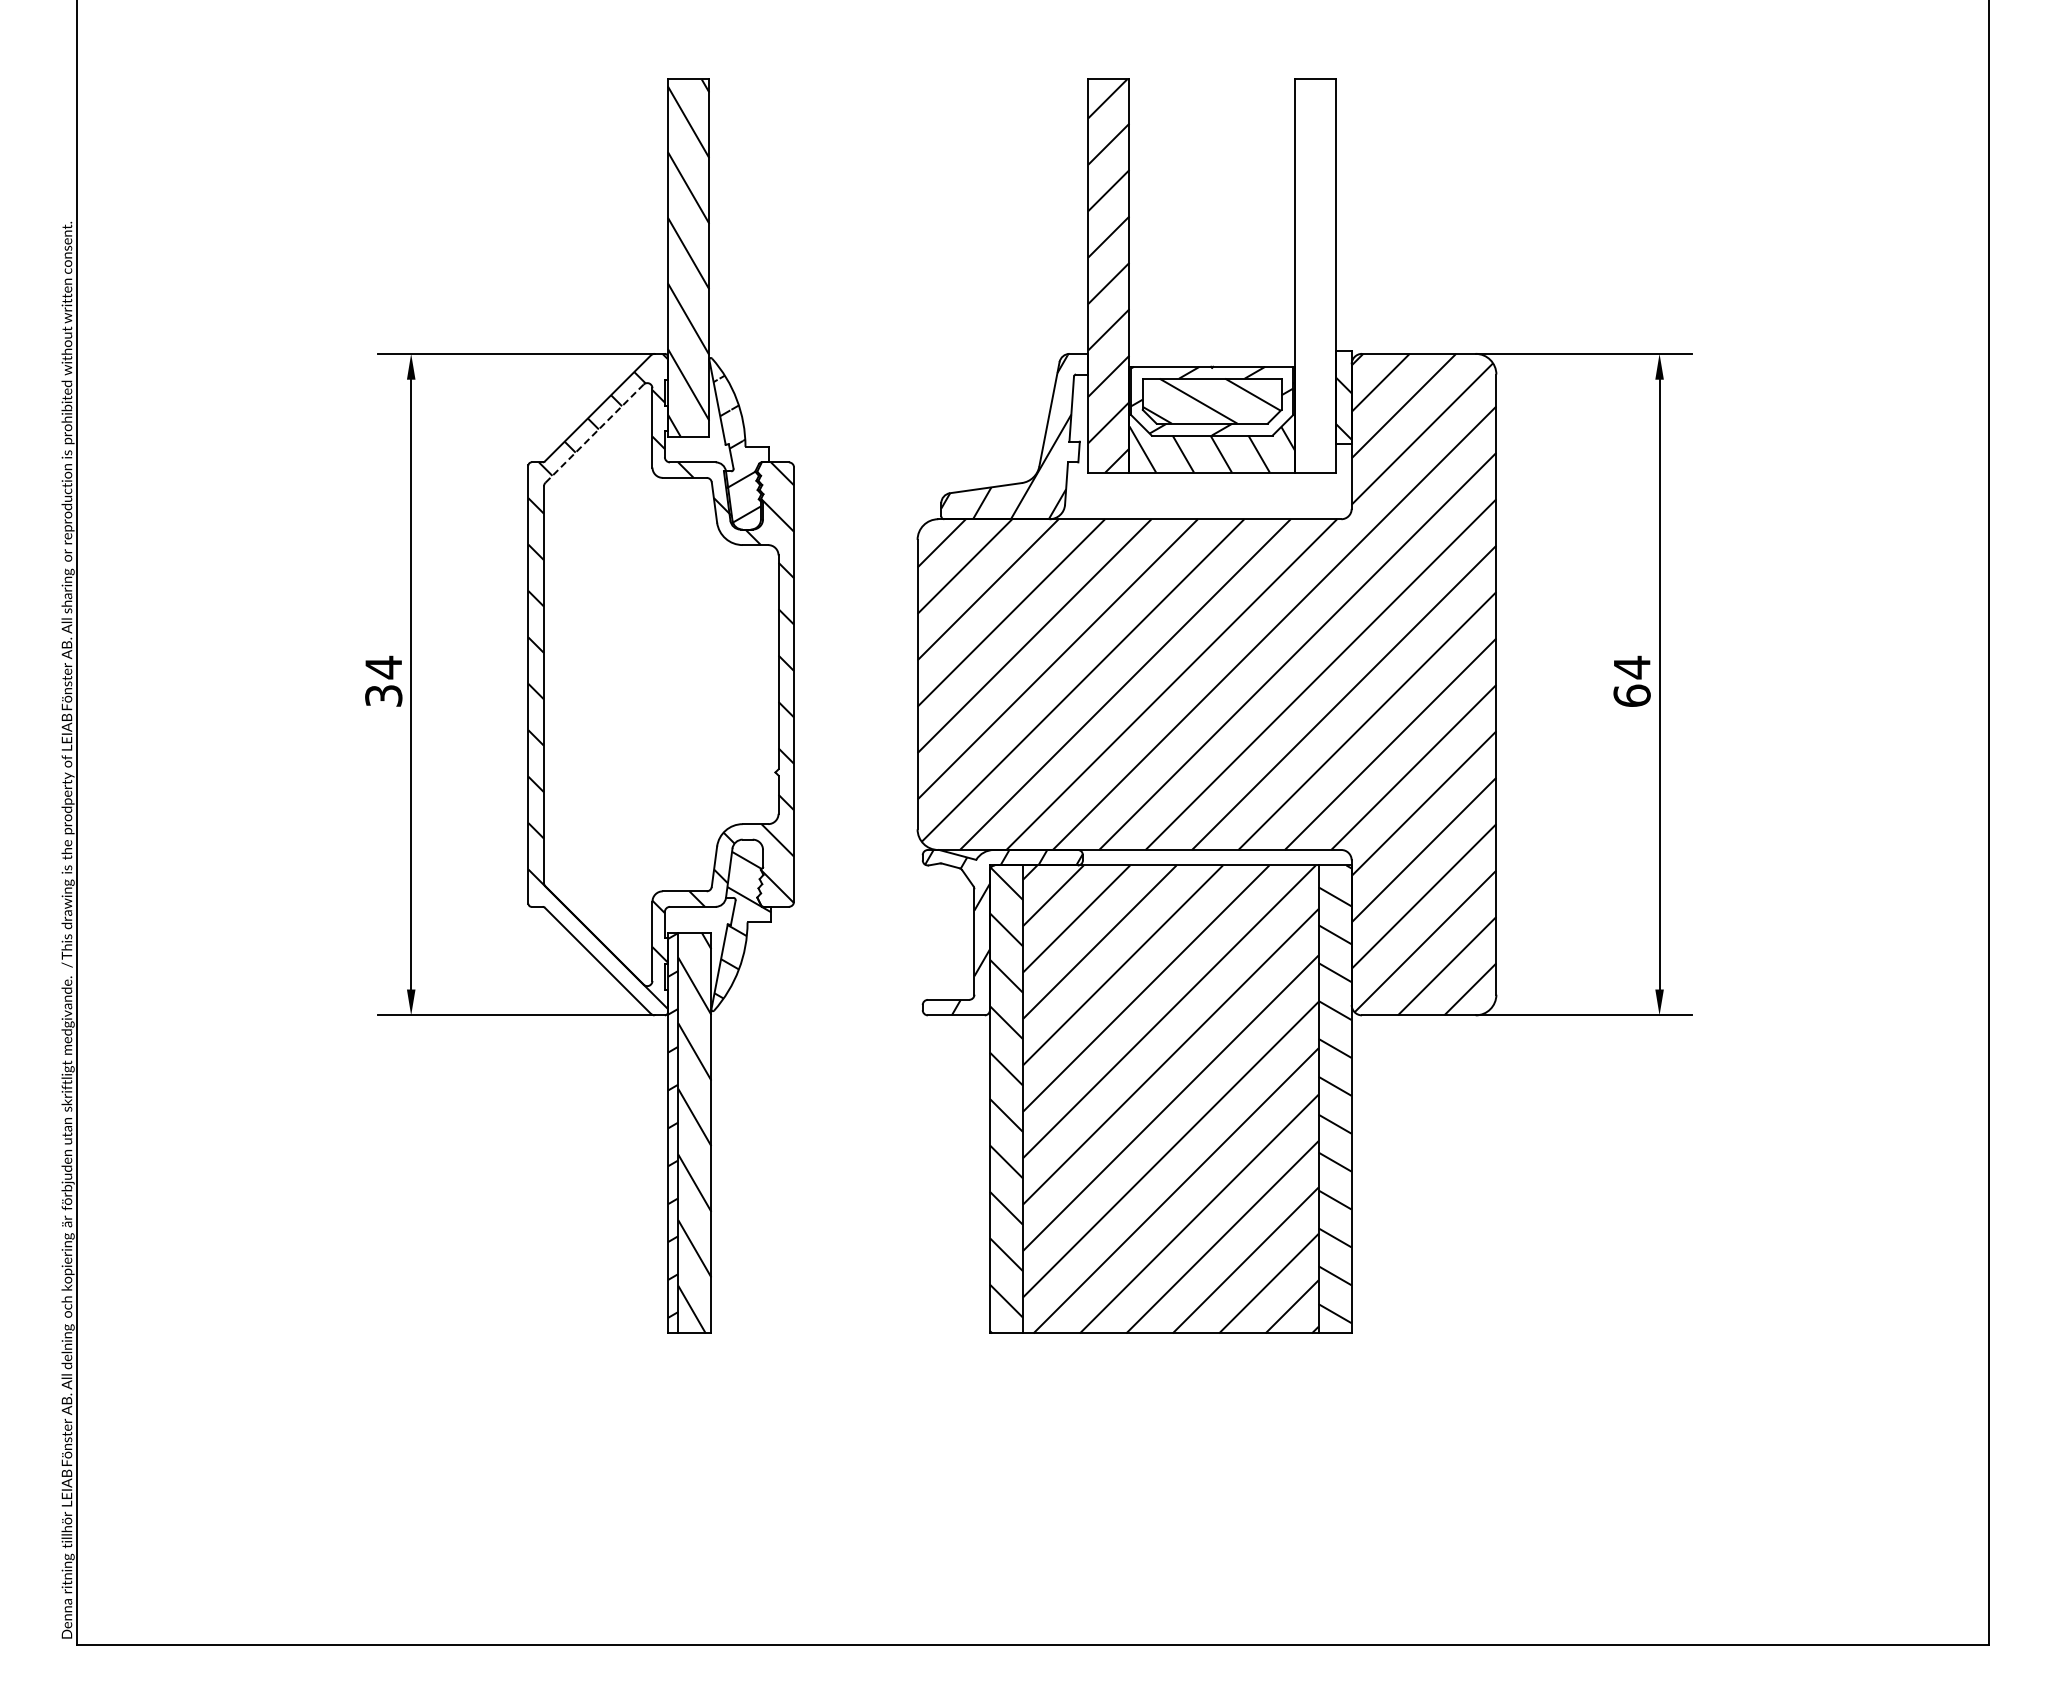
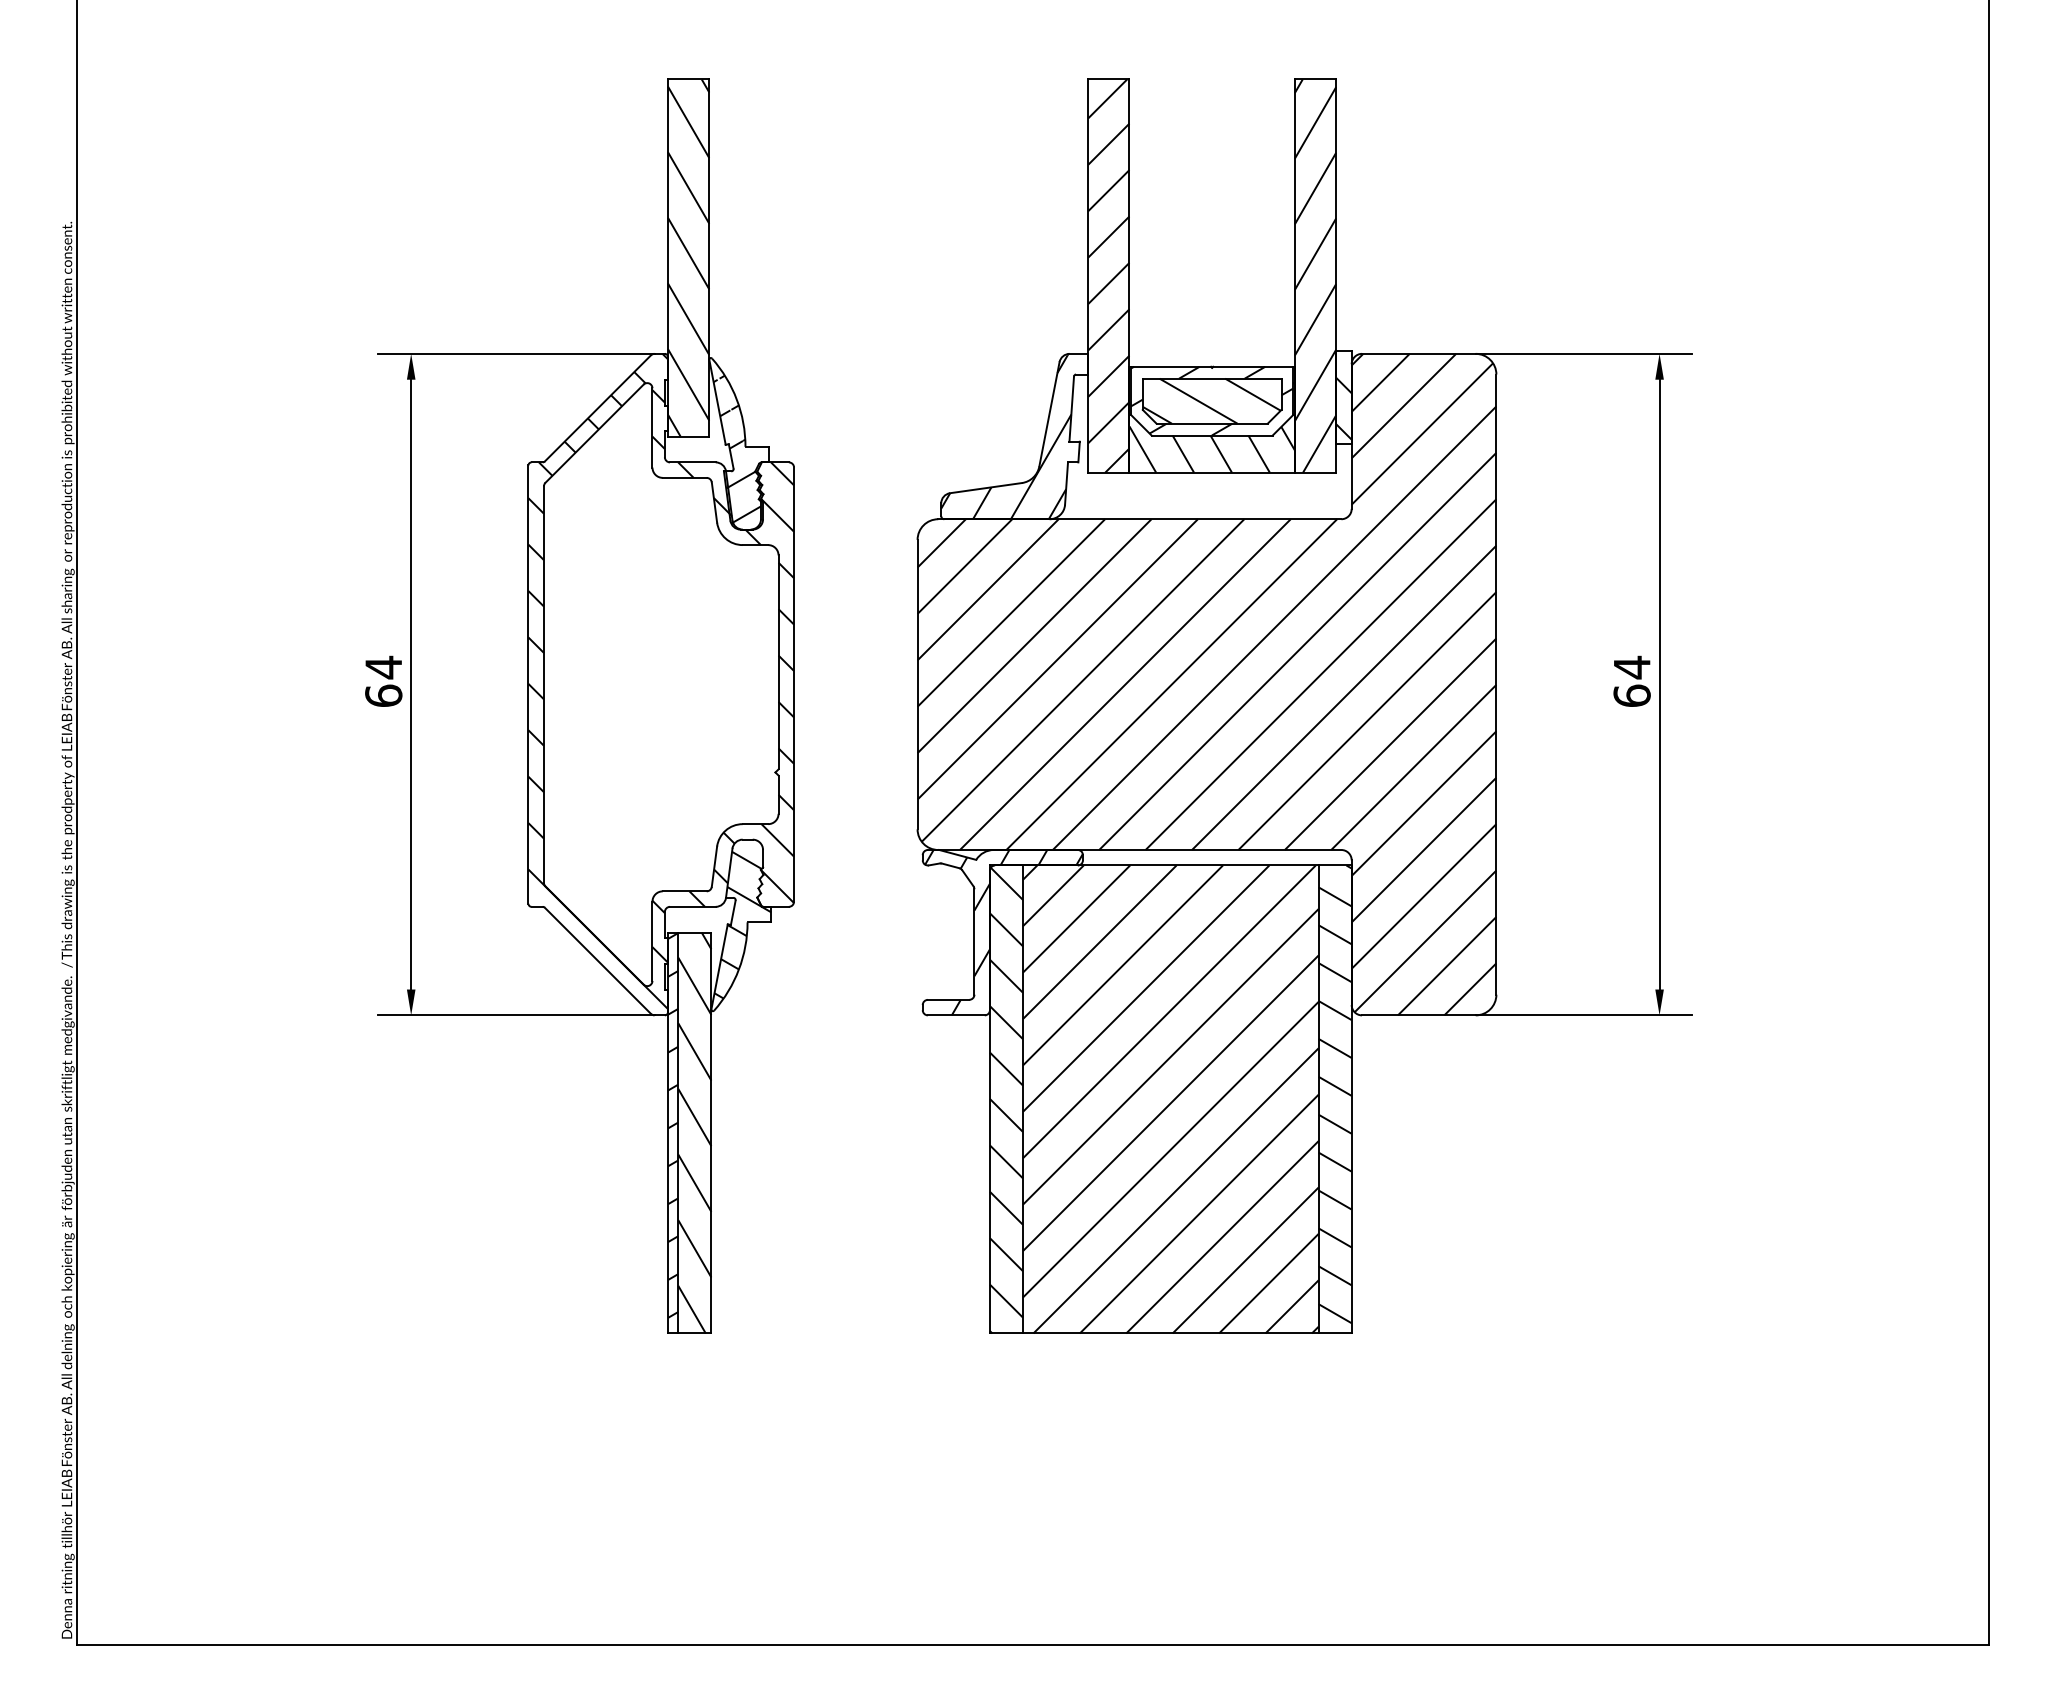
hatch at (1315, 275): none -> present
line at (594, 433): dashed -> solid
text at (383, 695): 34 -> 64
